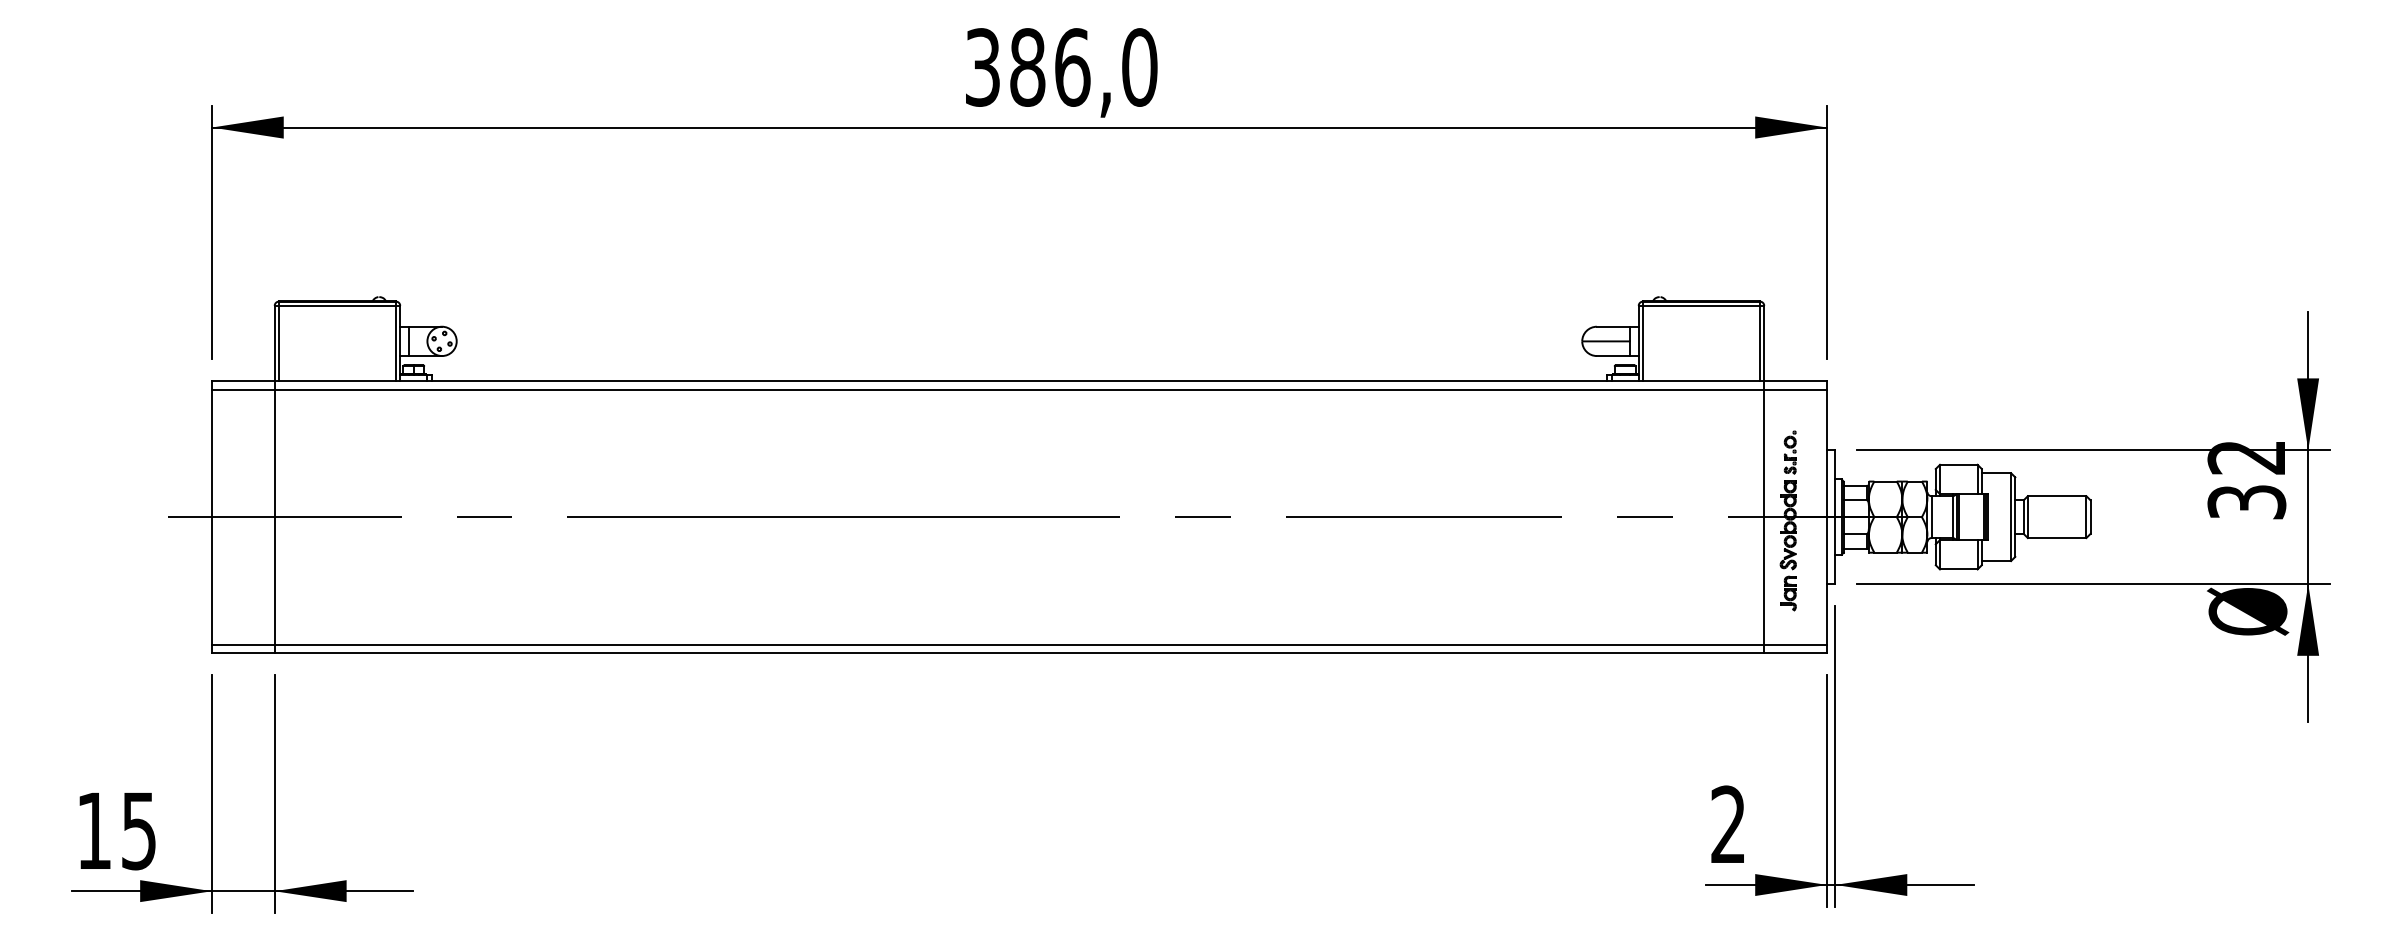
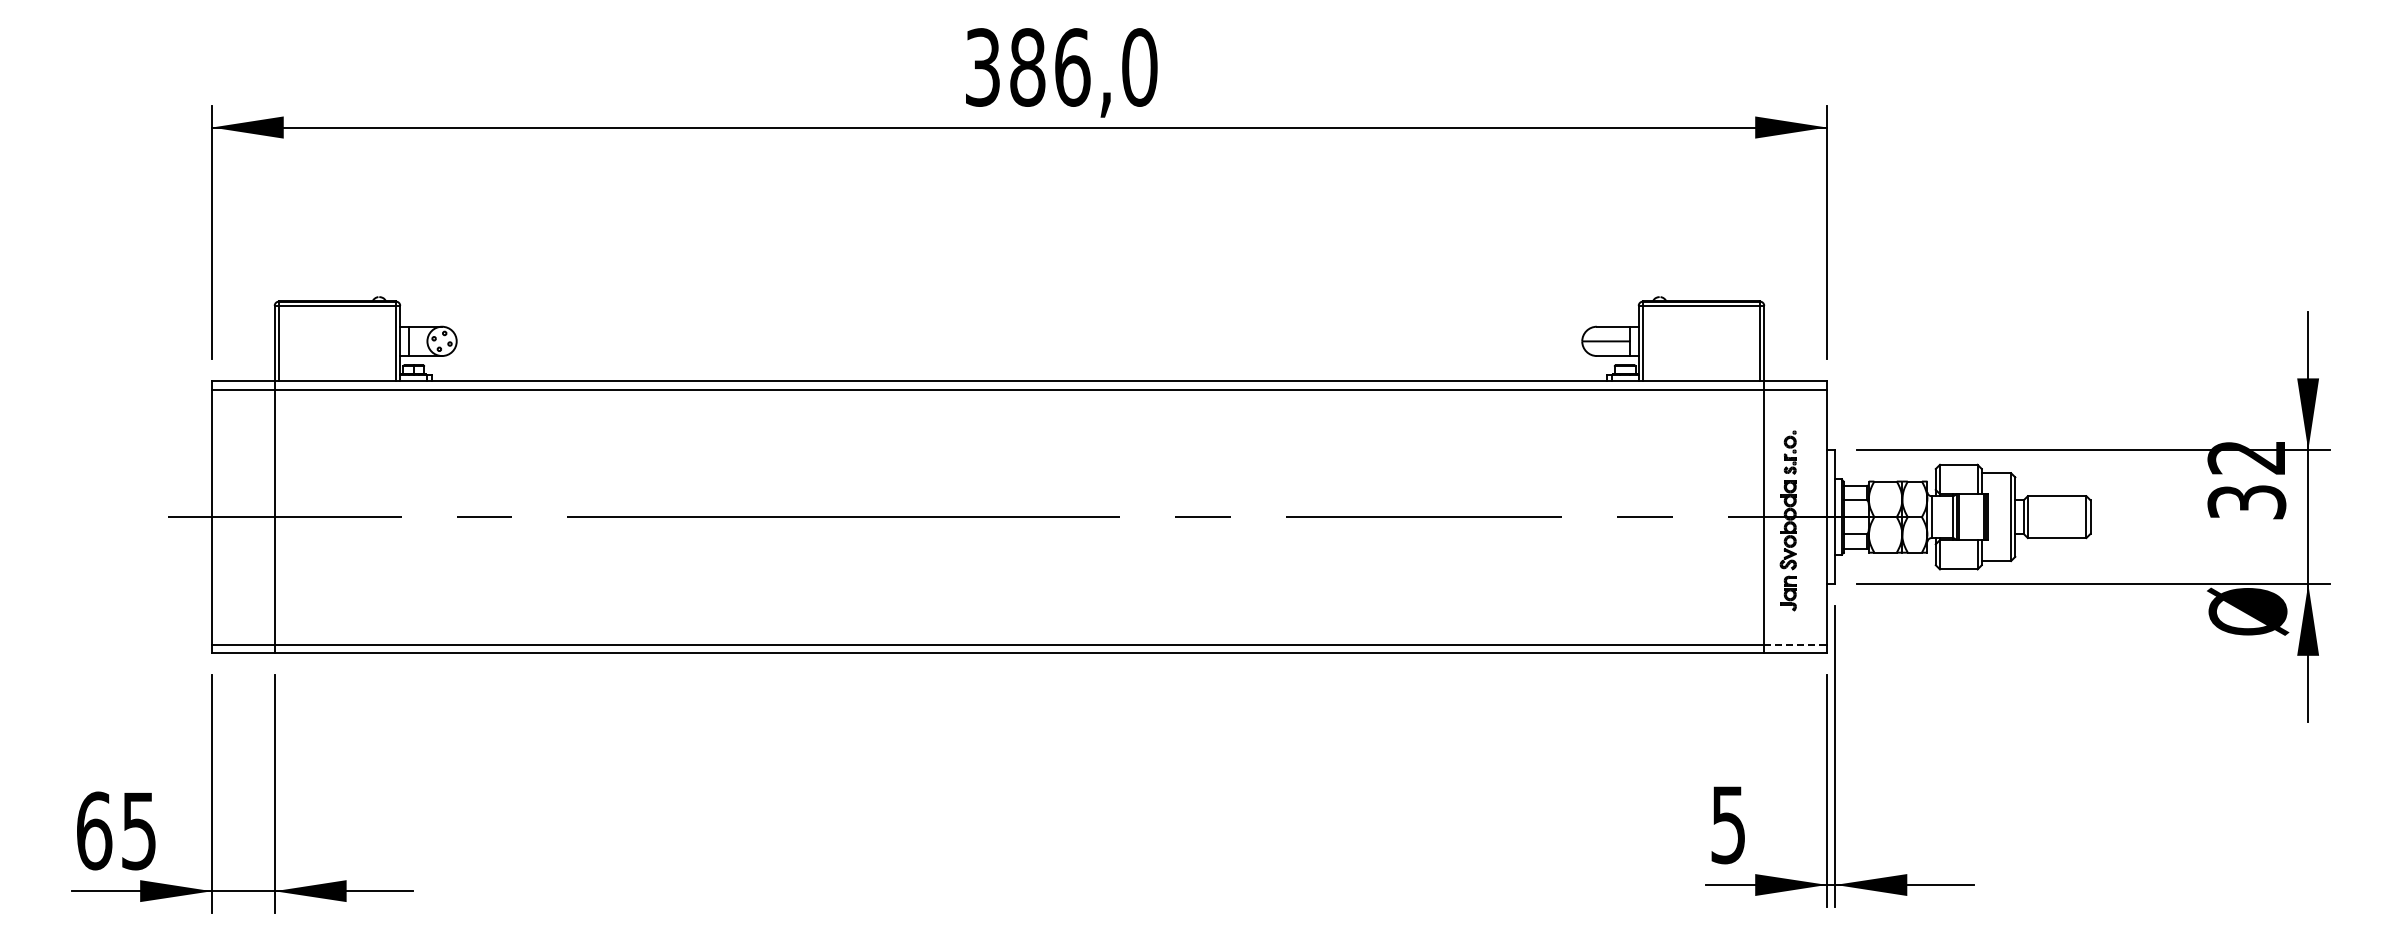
line at (1796, 644): solid -> dashed
text at (1727, 824): 2 -> 5
text at (94, 830): 15 -> 65
